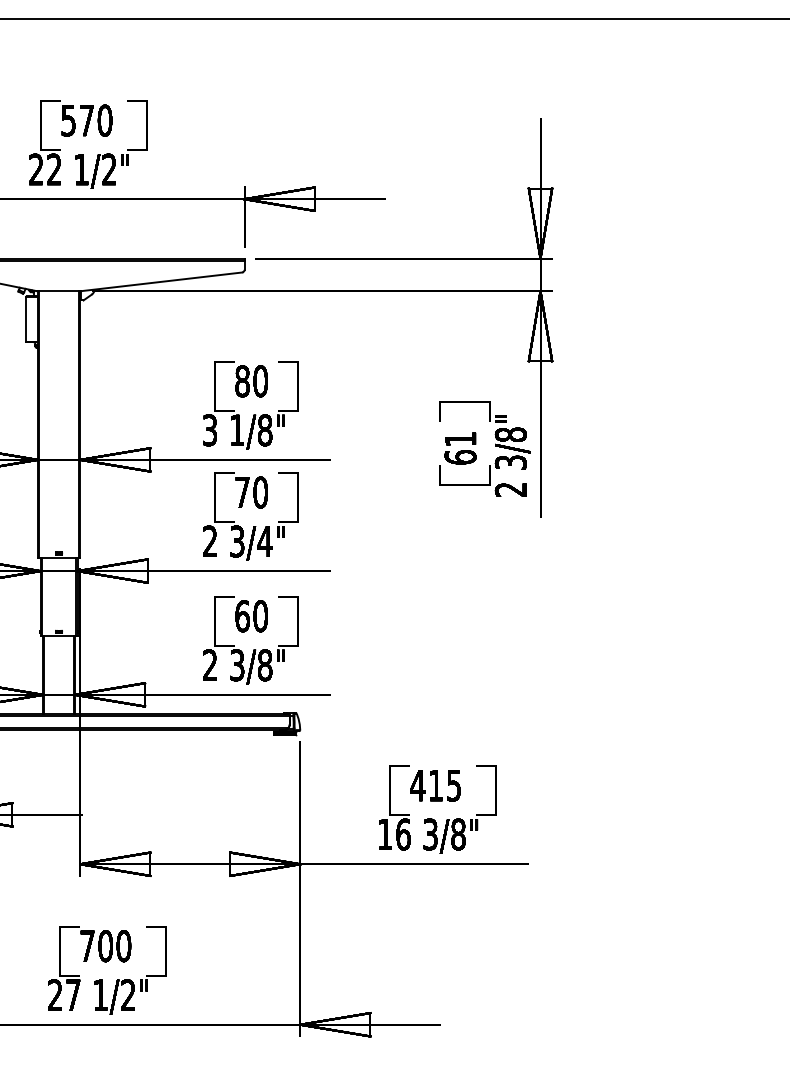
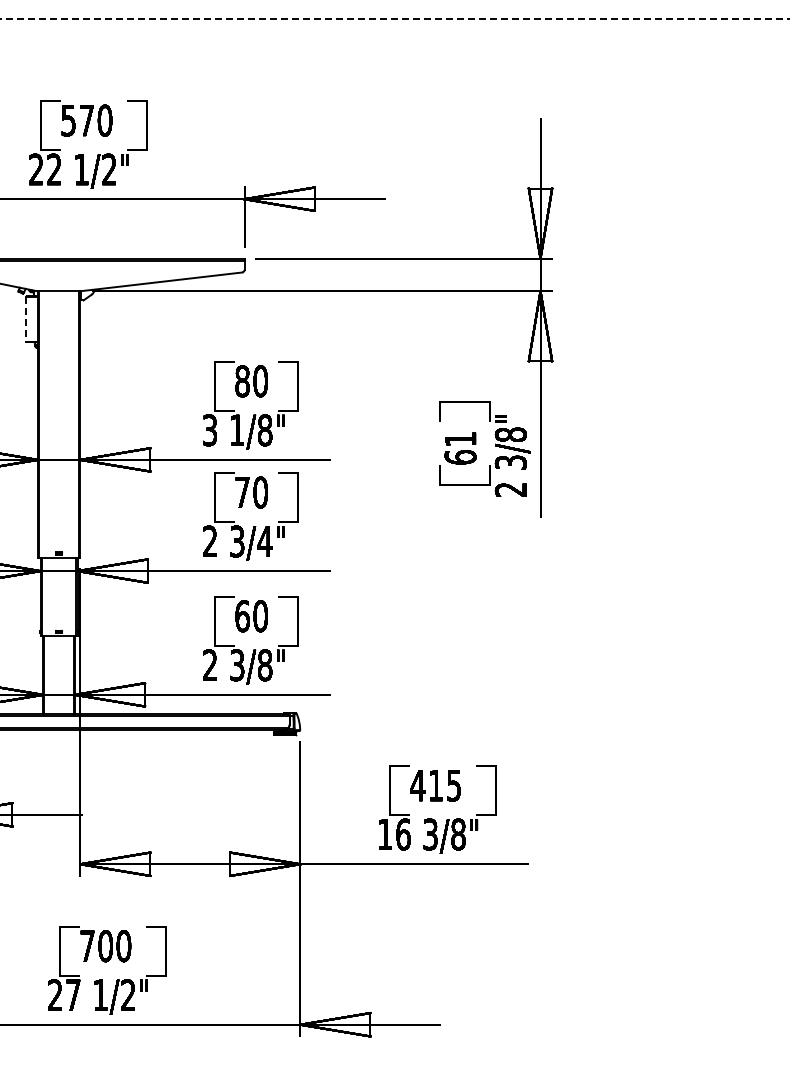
line at (394, 19): solid -> dashed
line at (26, 319): solid -> dashed
